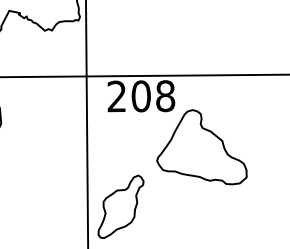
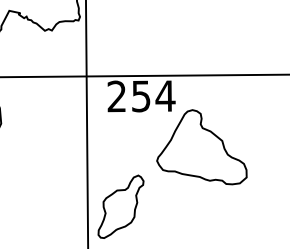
text at (153, 96): 208 -> 254
